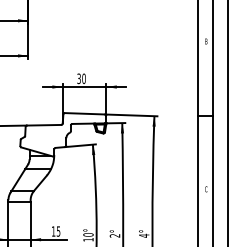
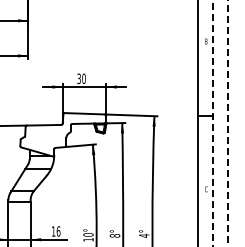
line at (213, 123): solid -> dashed
line at (228, 123): solid -> dashed
text at (58, 231): 15 -> 16
text at (114, 235): 2° -> 8°
